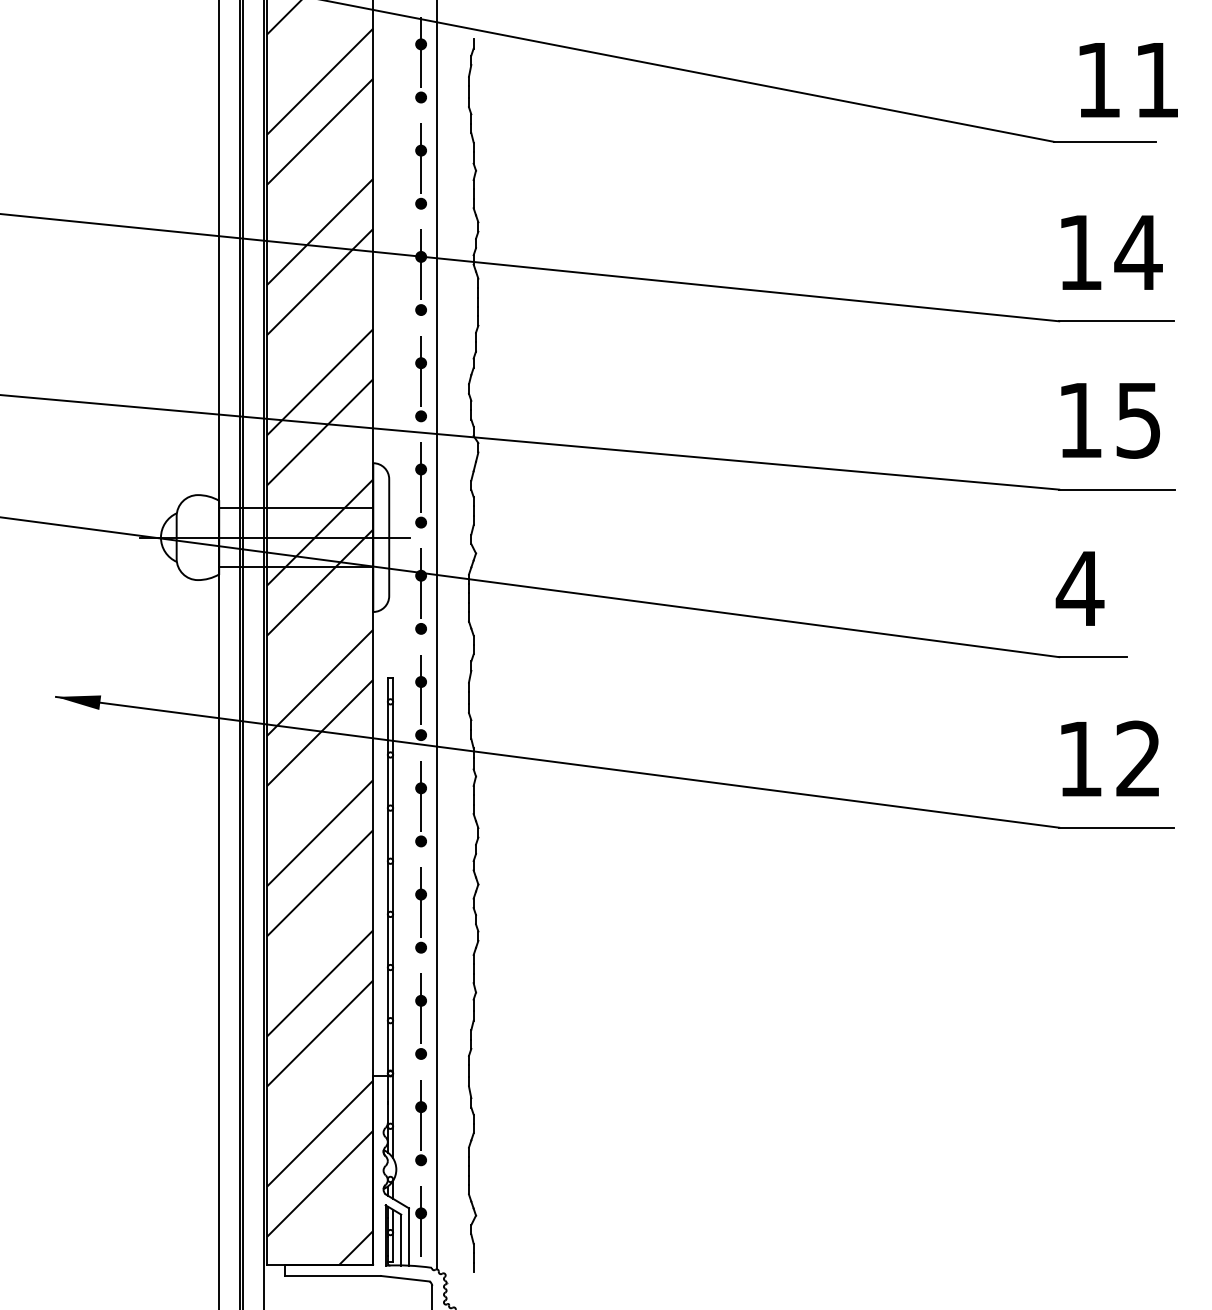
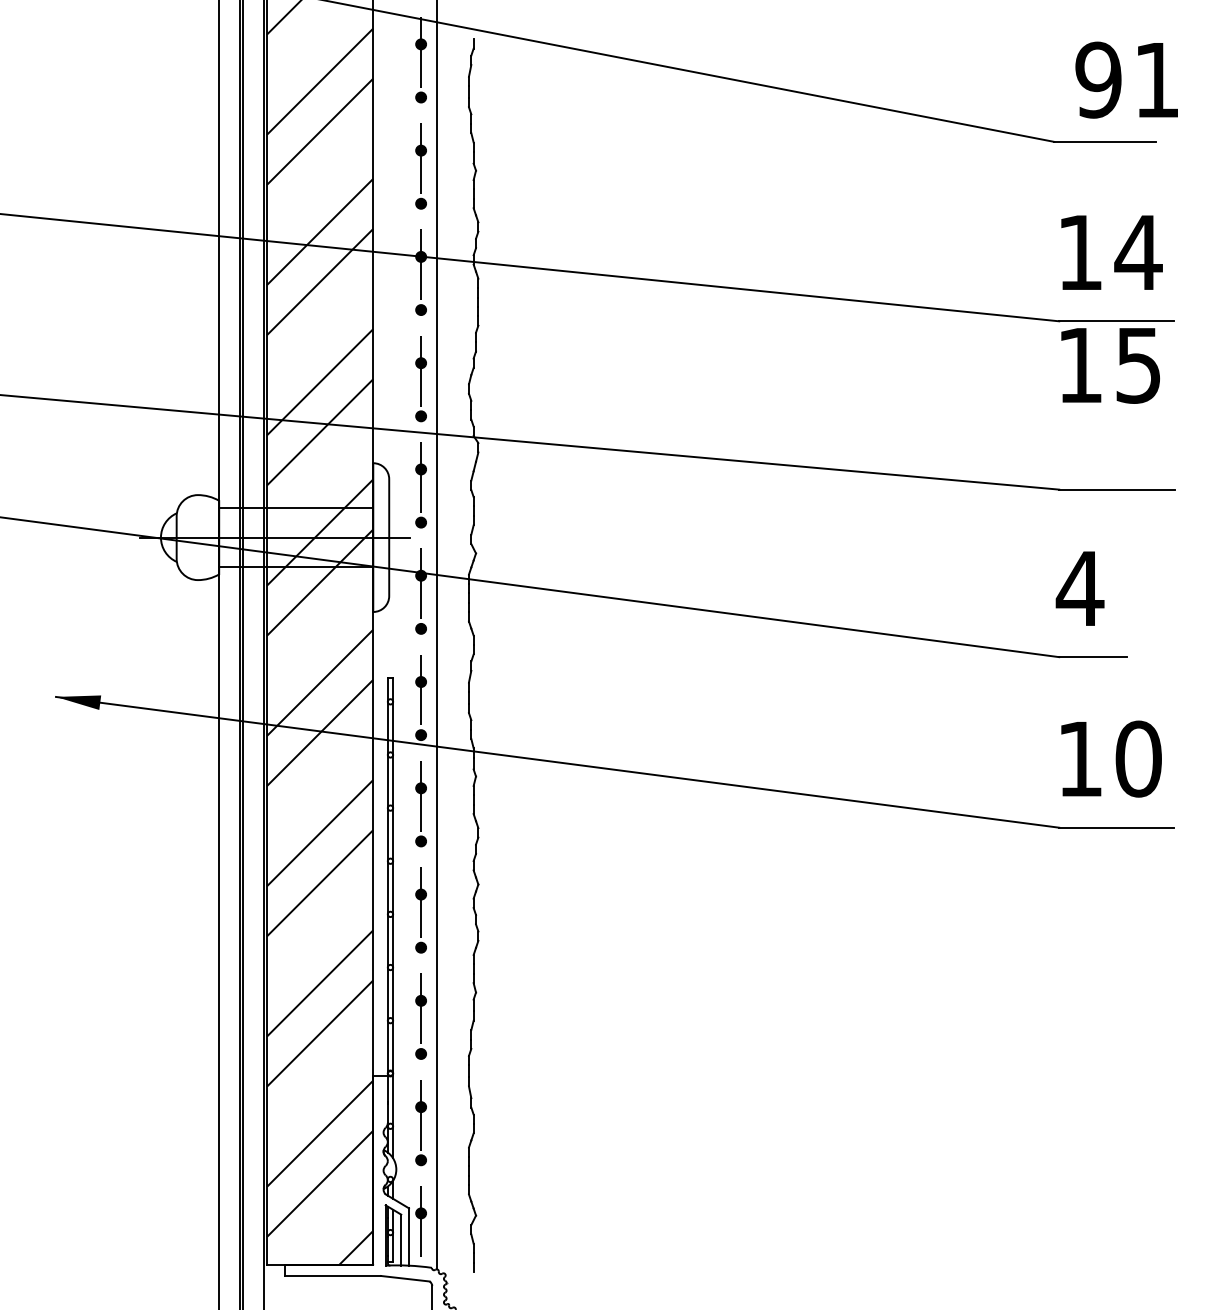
text at (1098, 79): 11 -> 91
text at (1110, 420) position: (1110, 420) -> (1110, 365)
text at (1138, 758): 12 -> 10
